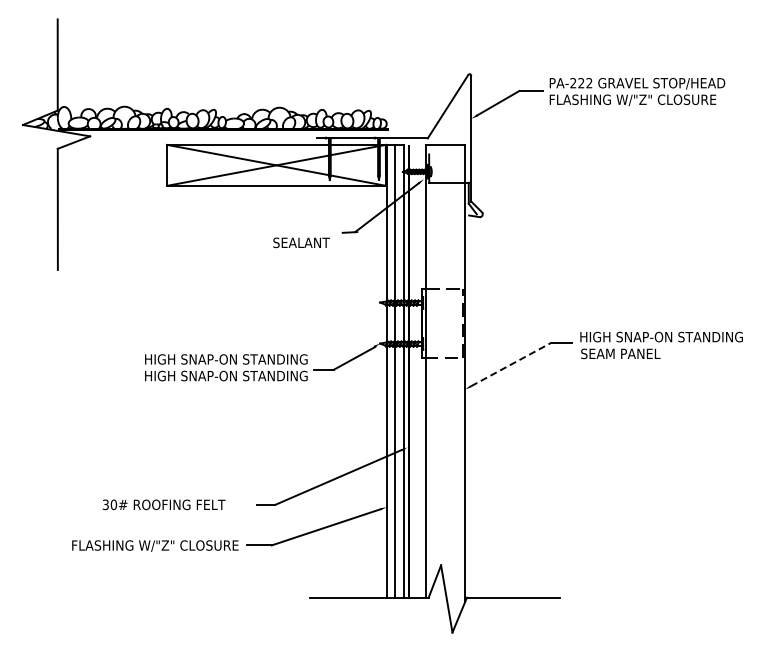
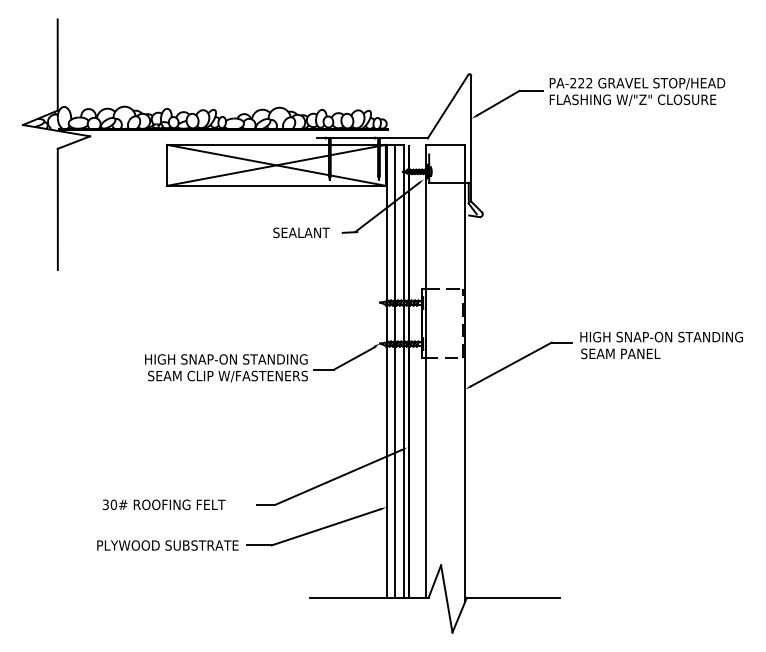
text at (301, 242) position: (301, 242) -> (301, 232)
line at (511, 364): dashed -> solid
text at (226, 376): HIGH SNAP-ON STANDING -> SEAM CLIP W/FASTENERS
text at (151, 545): FLASHING W/"Z" CLOSURE -> PLYWOOD SUBSTRATE
